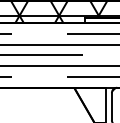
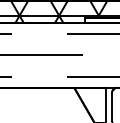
line at (59, 44): present -> none
line at (59, 66): present -> none
